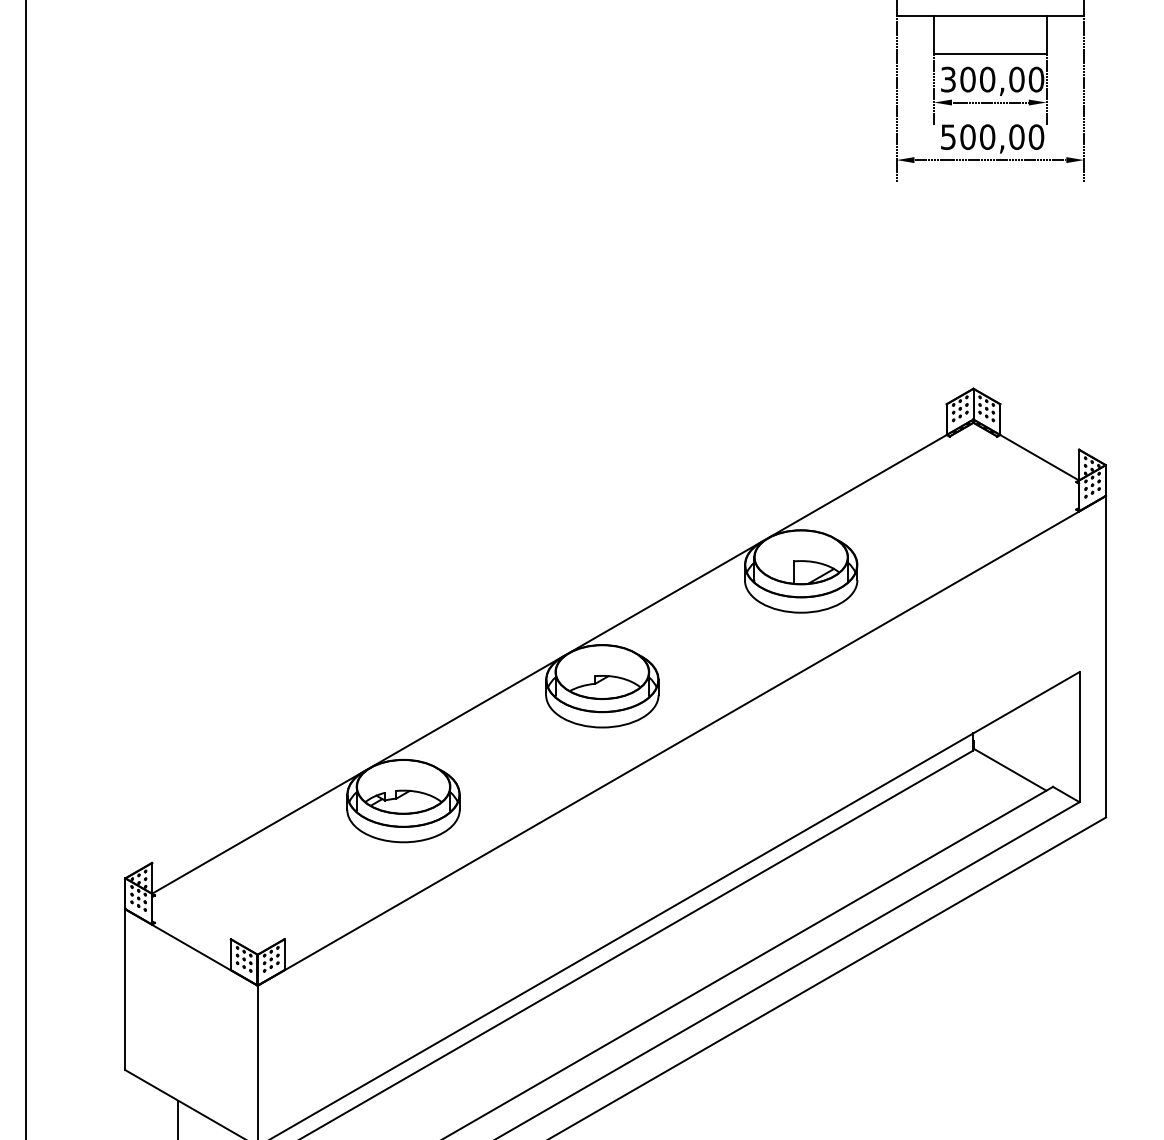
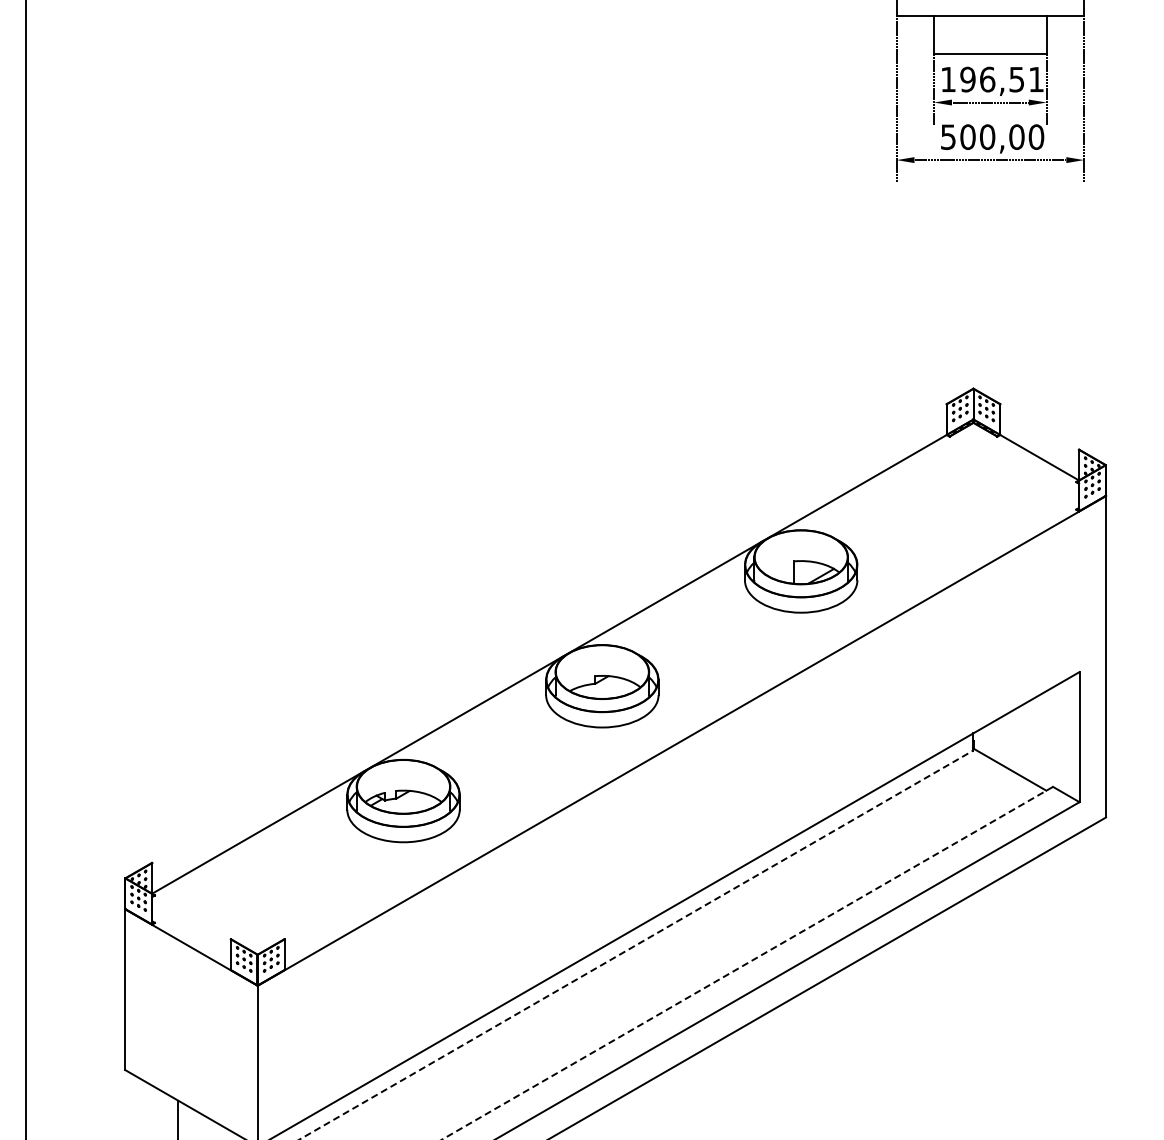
text at (992, 79): 300,00 -> 196,51
line at (636, 945): solid -> dashed
line at (747, 963): solid -> dashed
